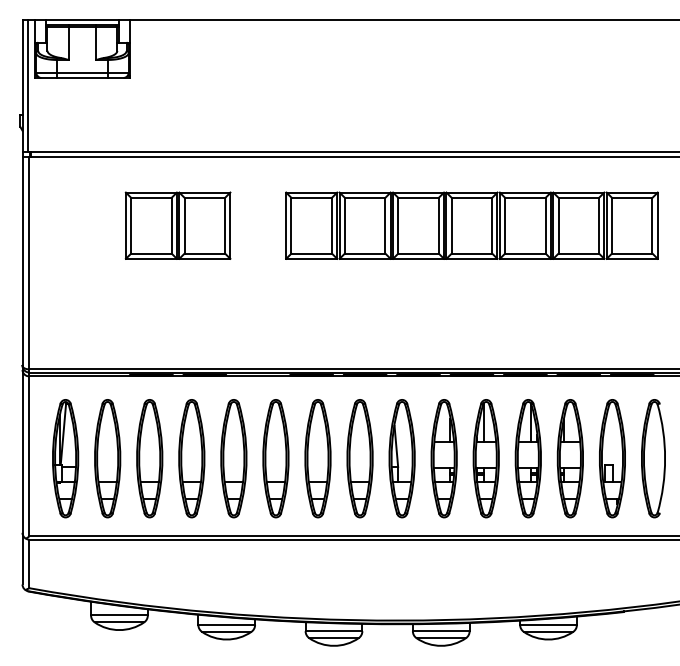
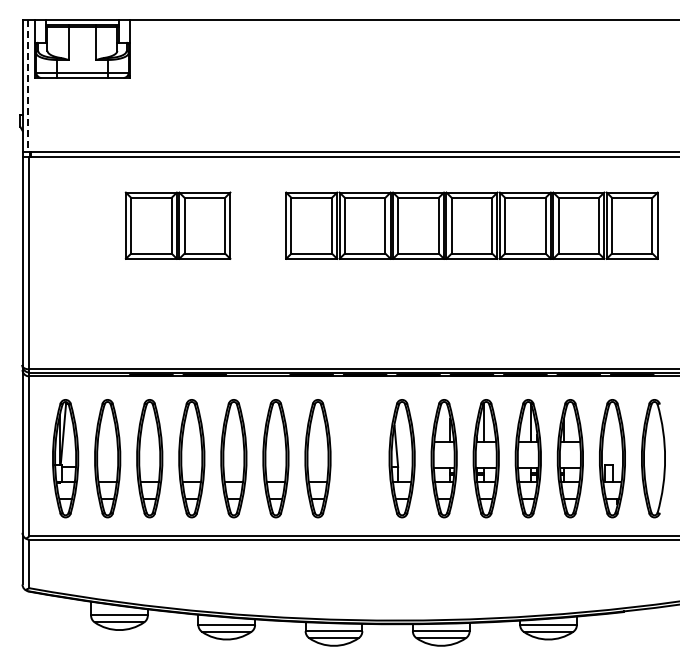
line at (27, 85): solid -> dashed
part at (359, 458): present -> none
